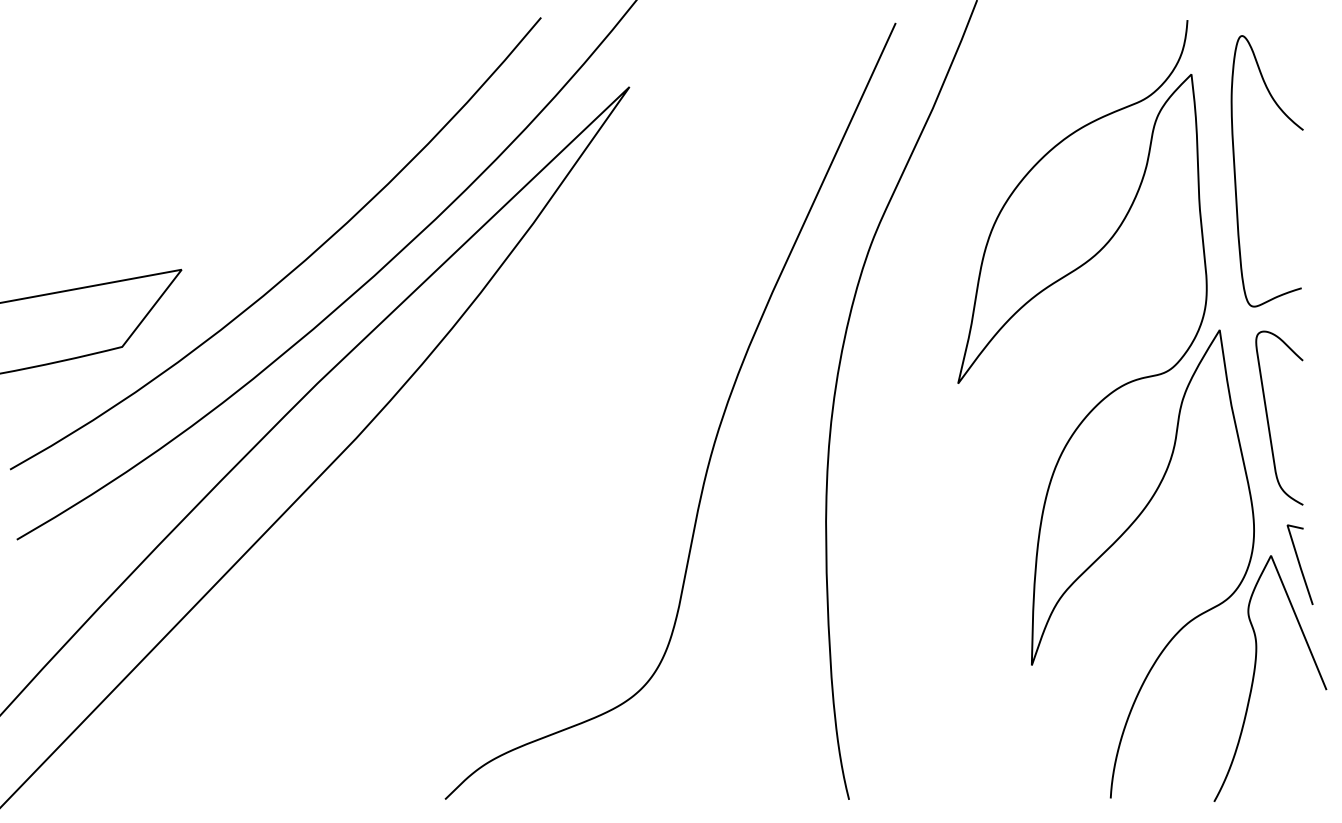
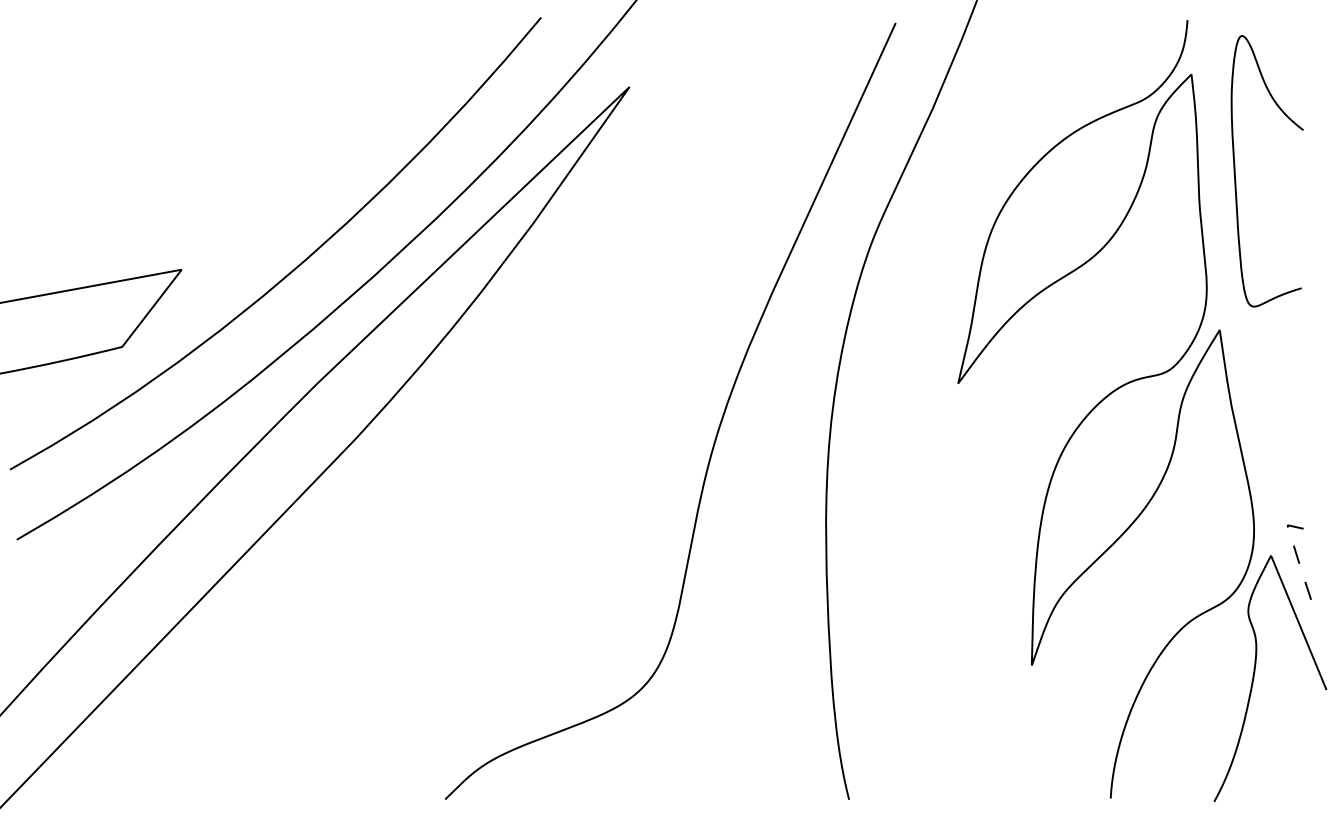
curve at (1268, 417): present -> none
line at (1297, 557): solid -> dashed
